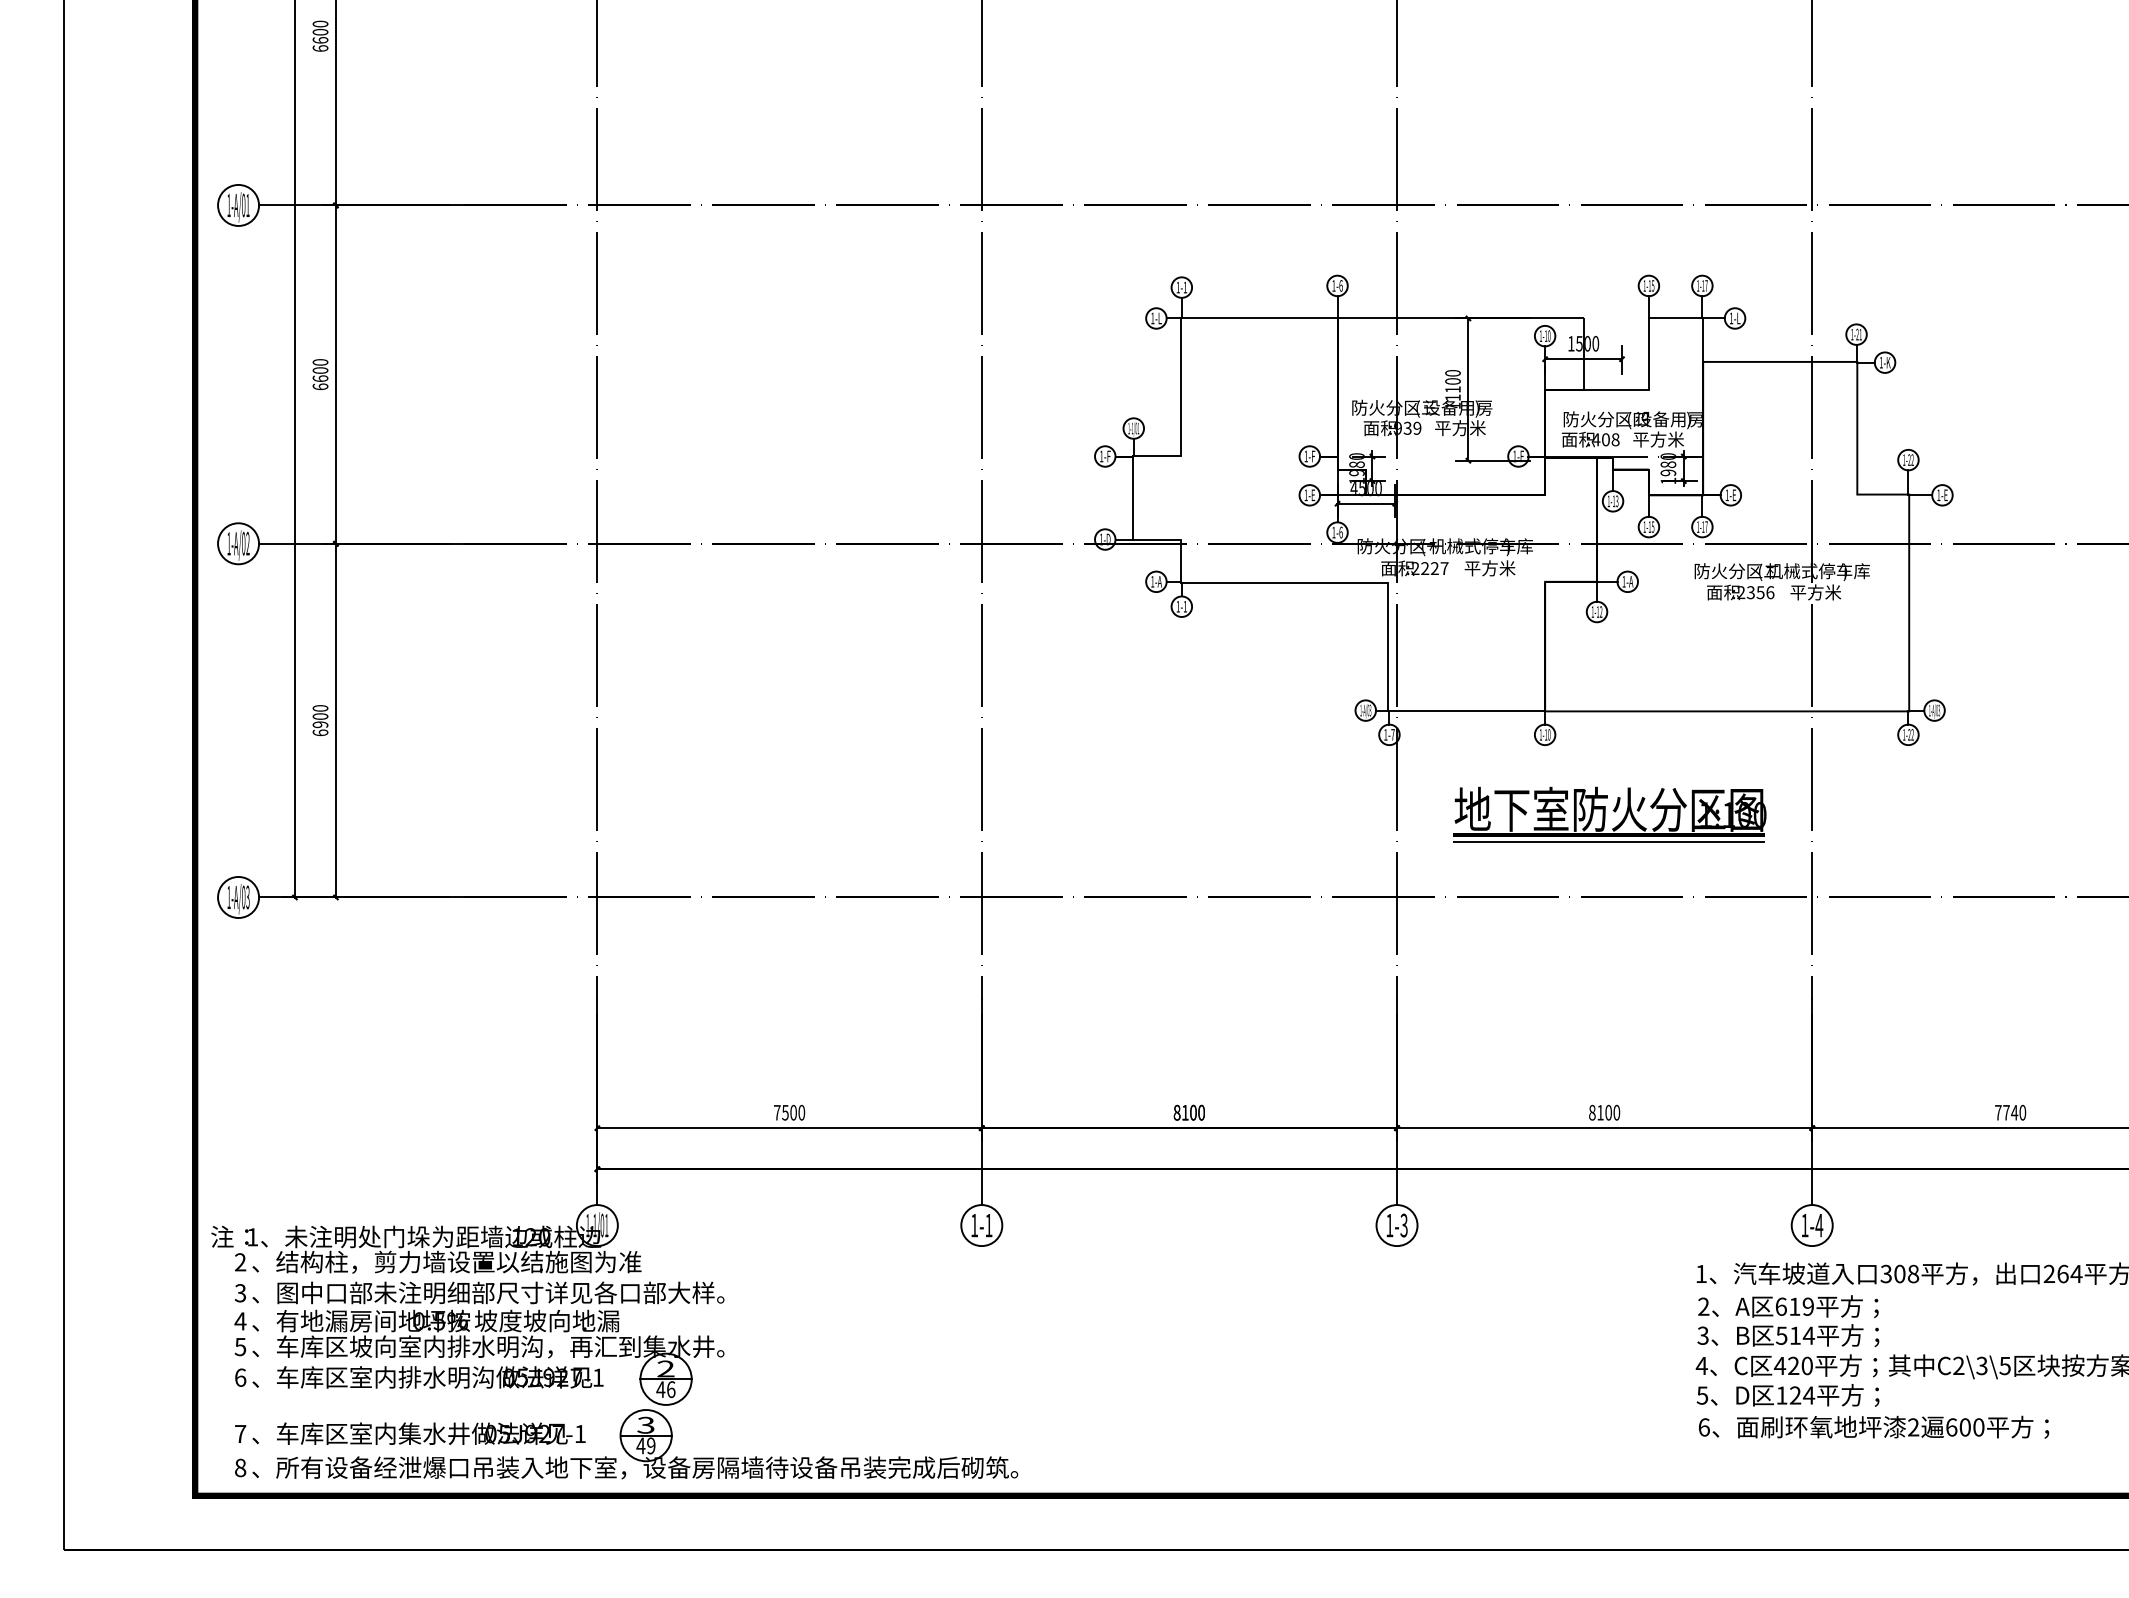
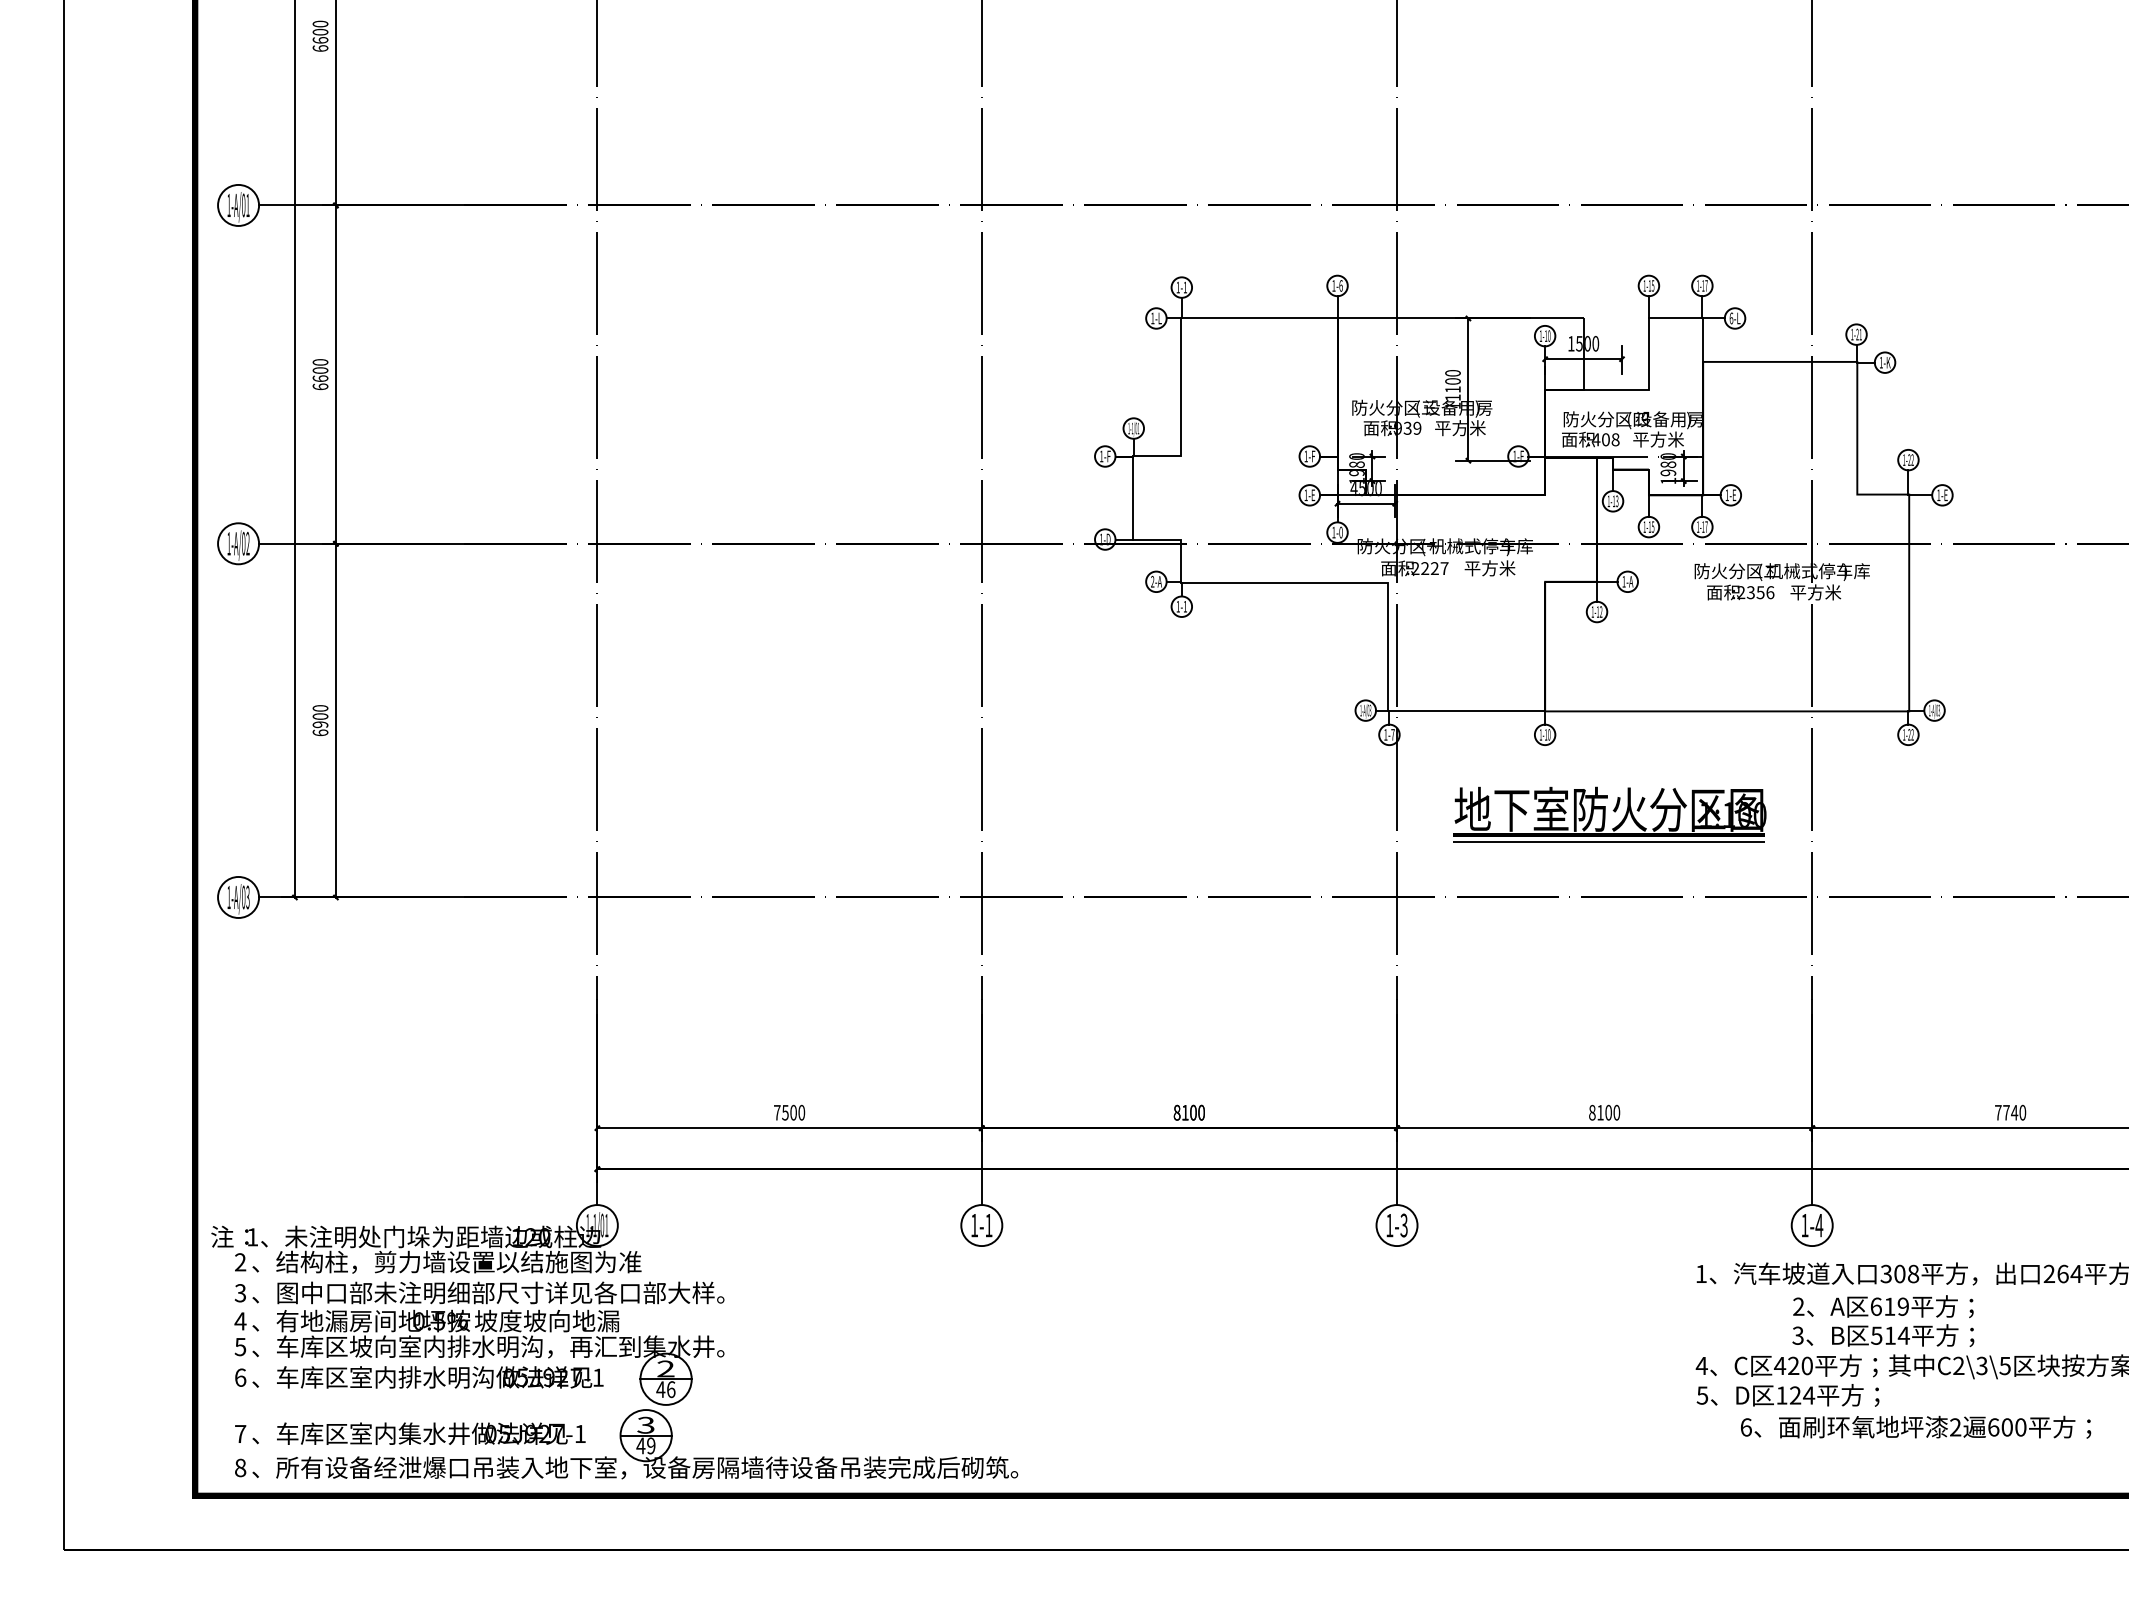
text at (1731, 318): 1-L -> 6-L
text at (1340, 531): 1-6 -> 1-0
text at (1152, 581): 1-A -> 2-A
text at (1788, 1320) position: (1788, 1320) -> (1883, 1320)
text at (1874, 1426) position: (1874, 1426) -> (1916, 1426)
